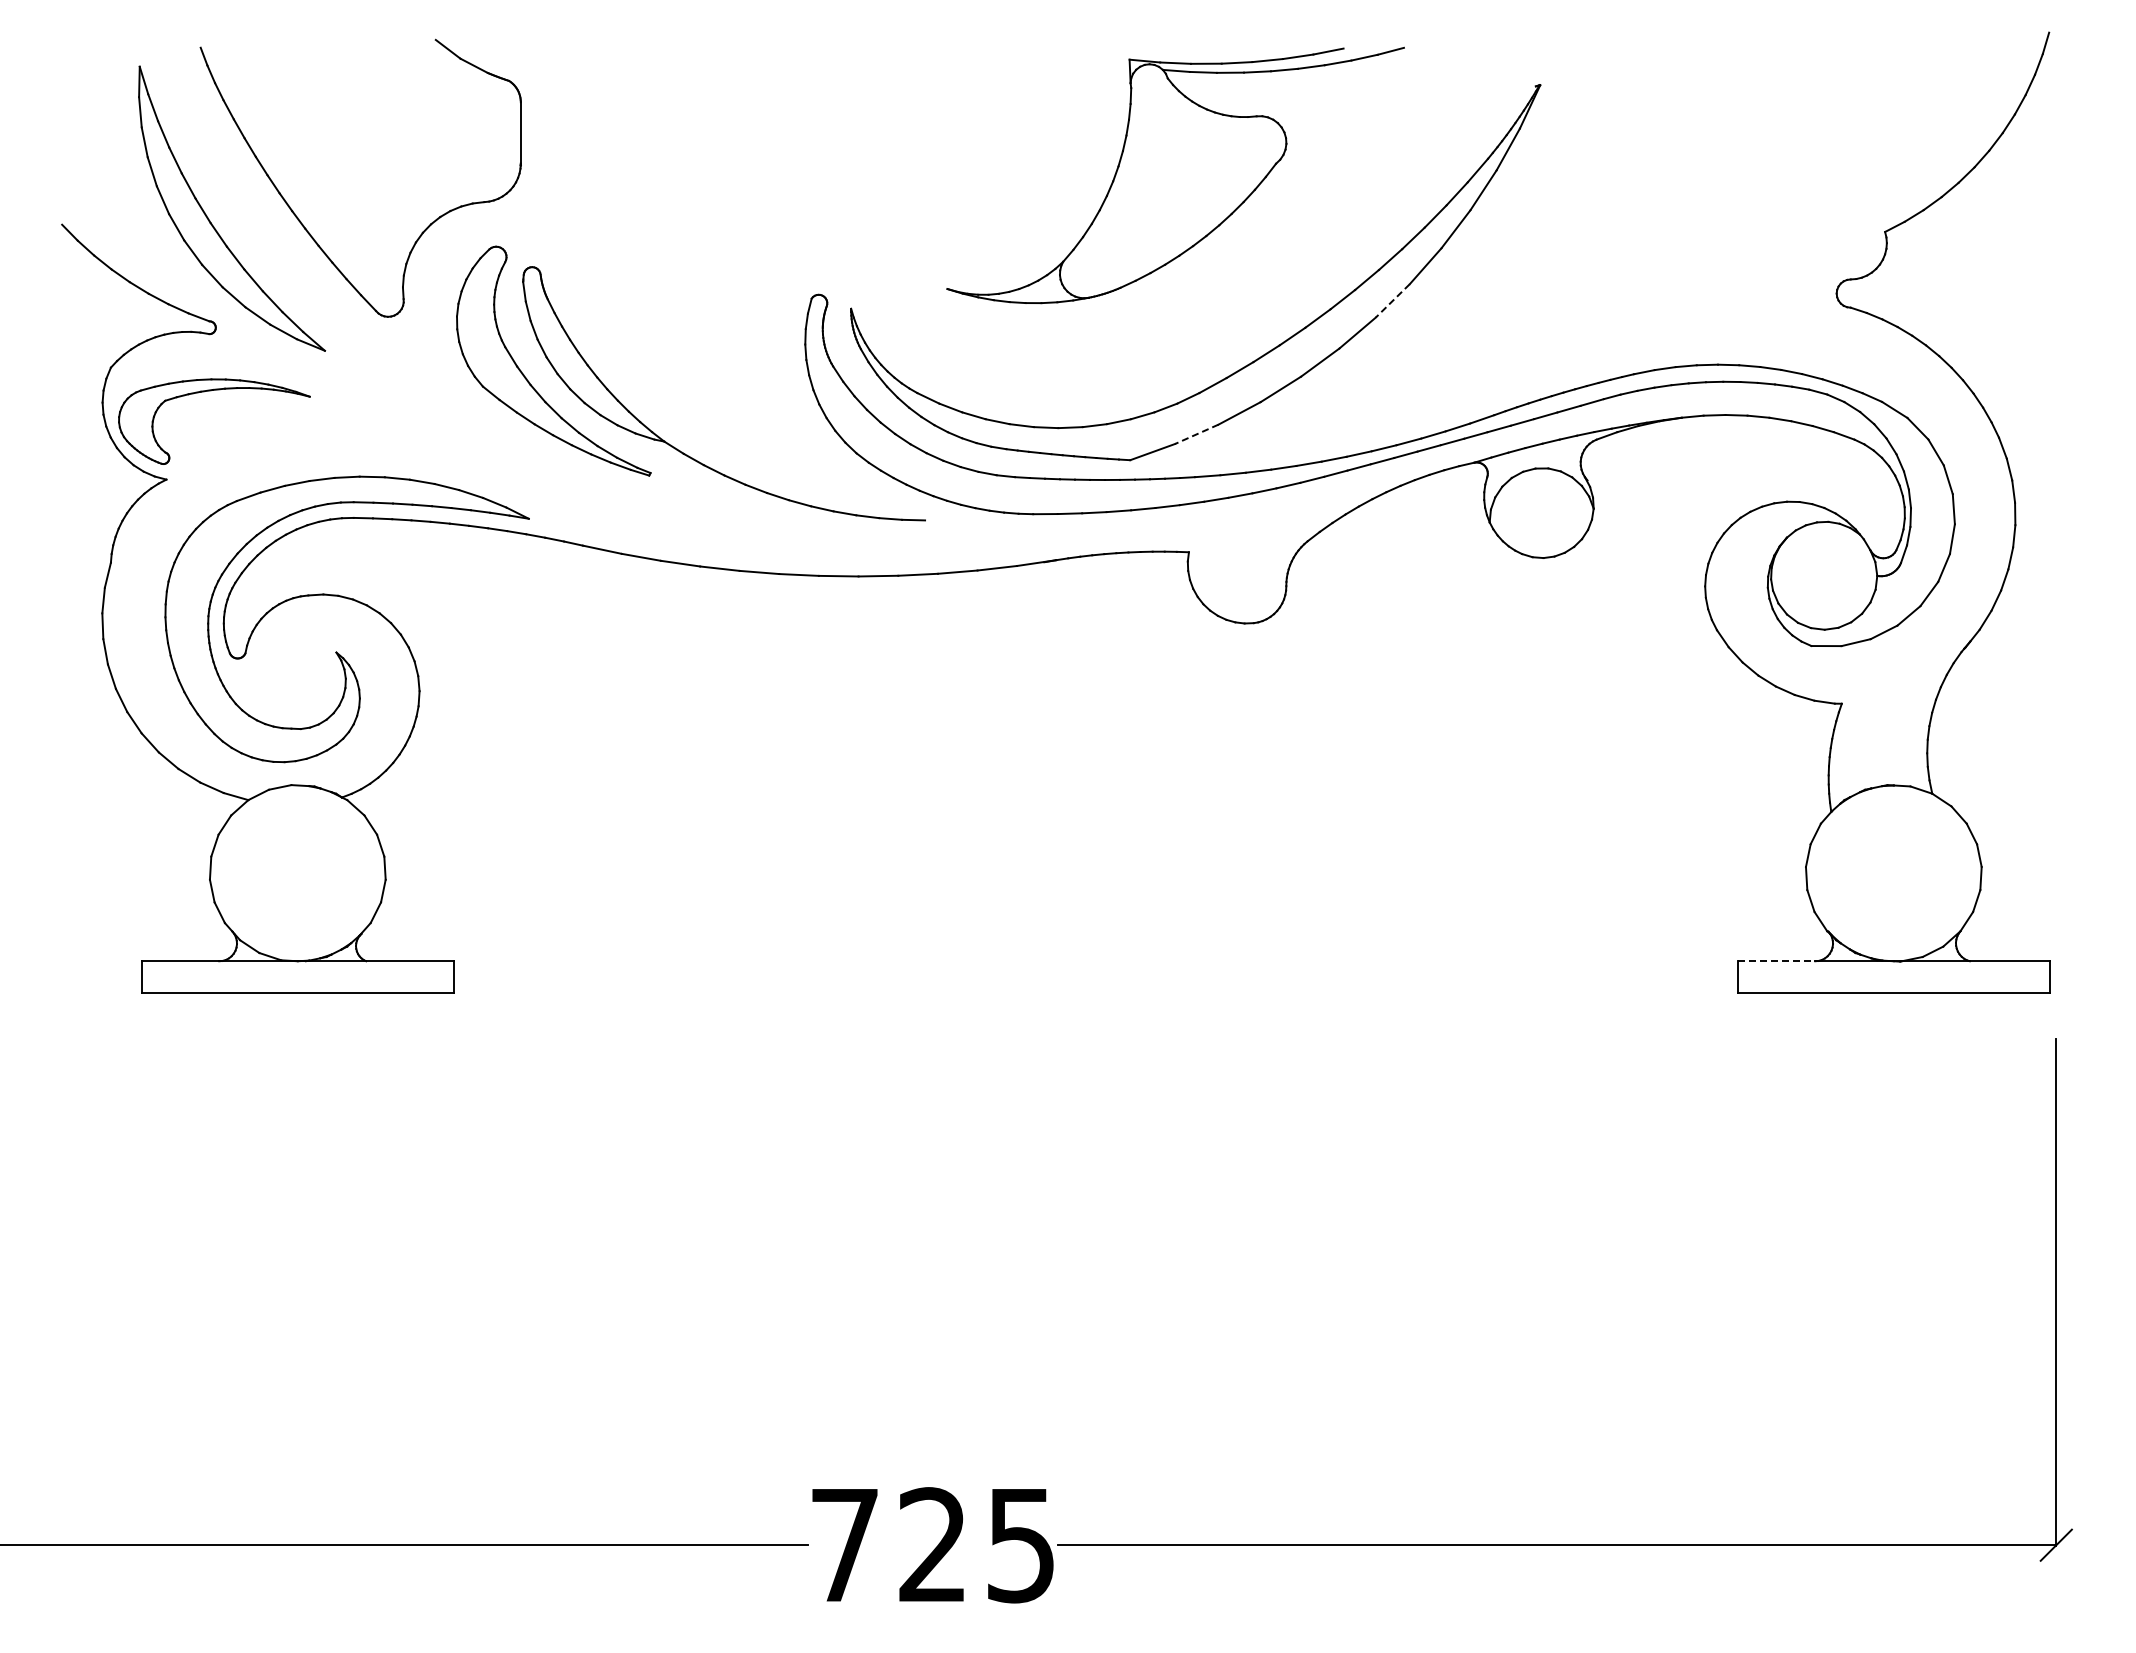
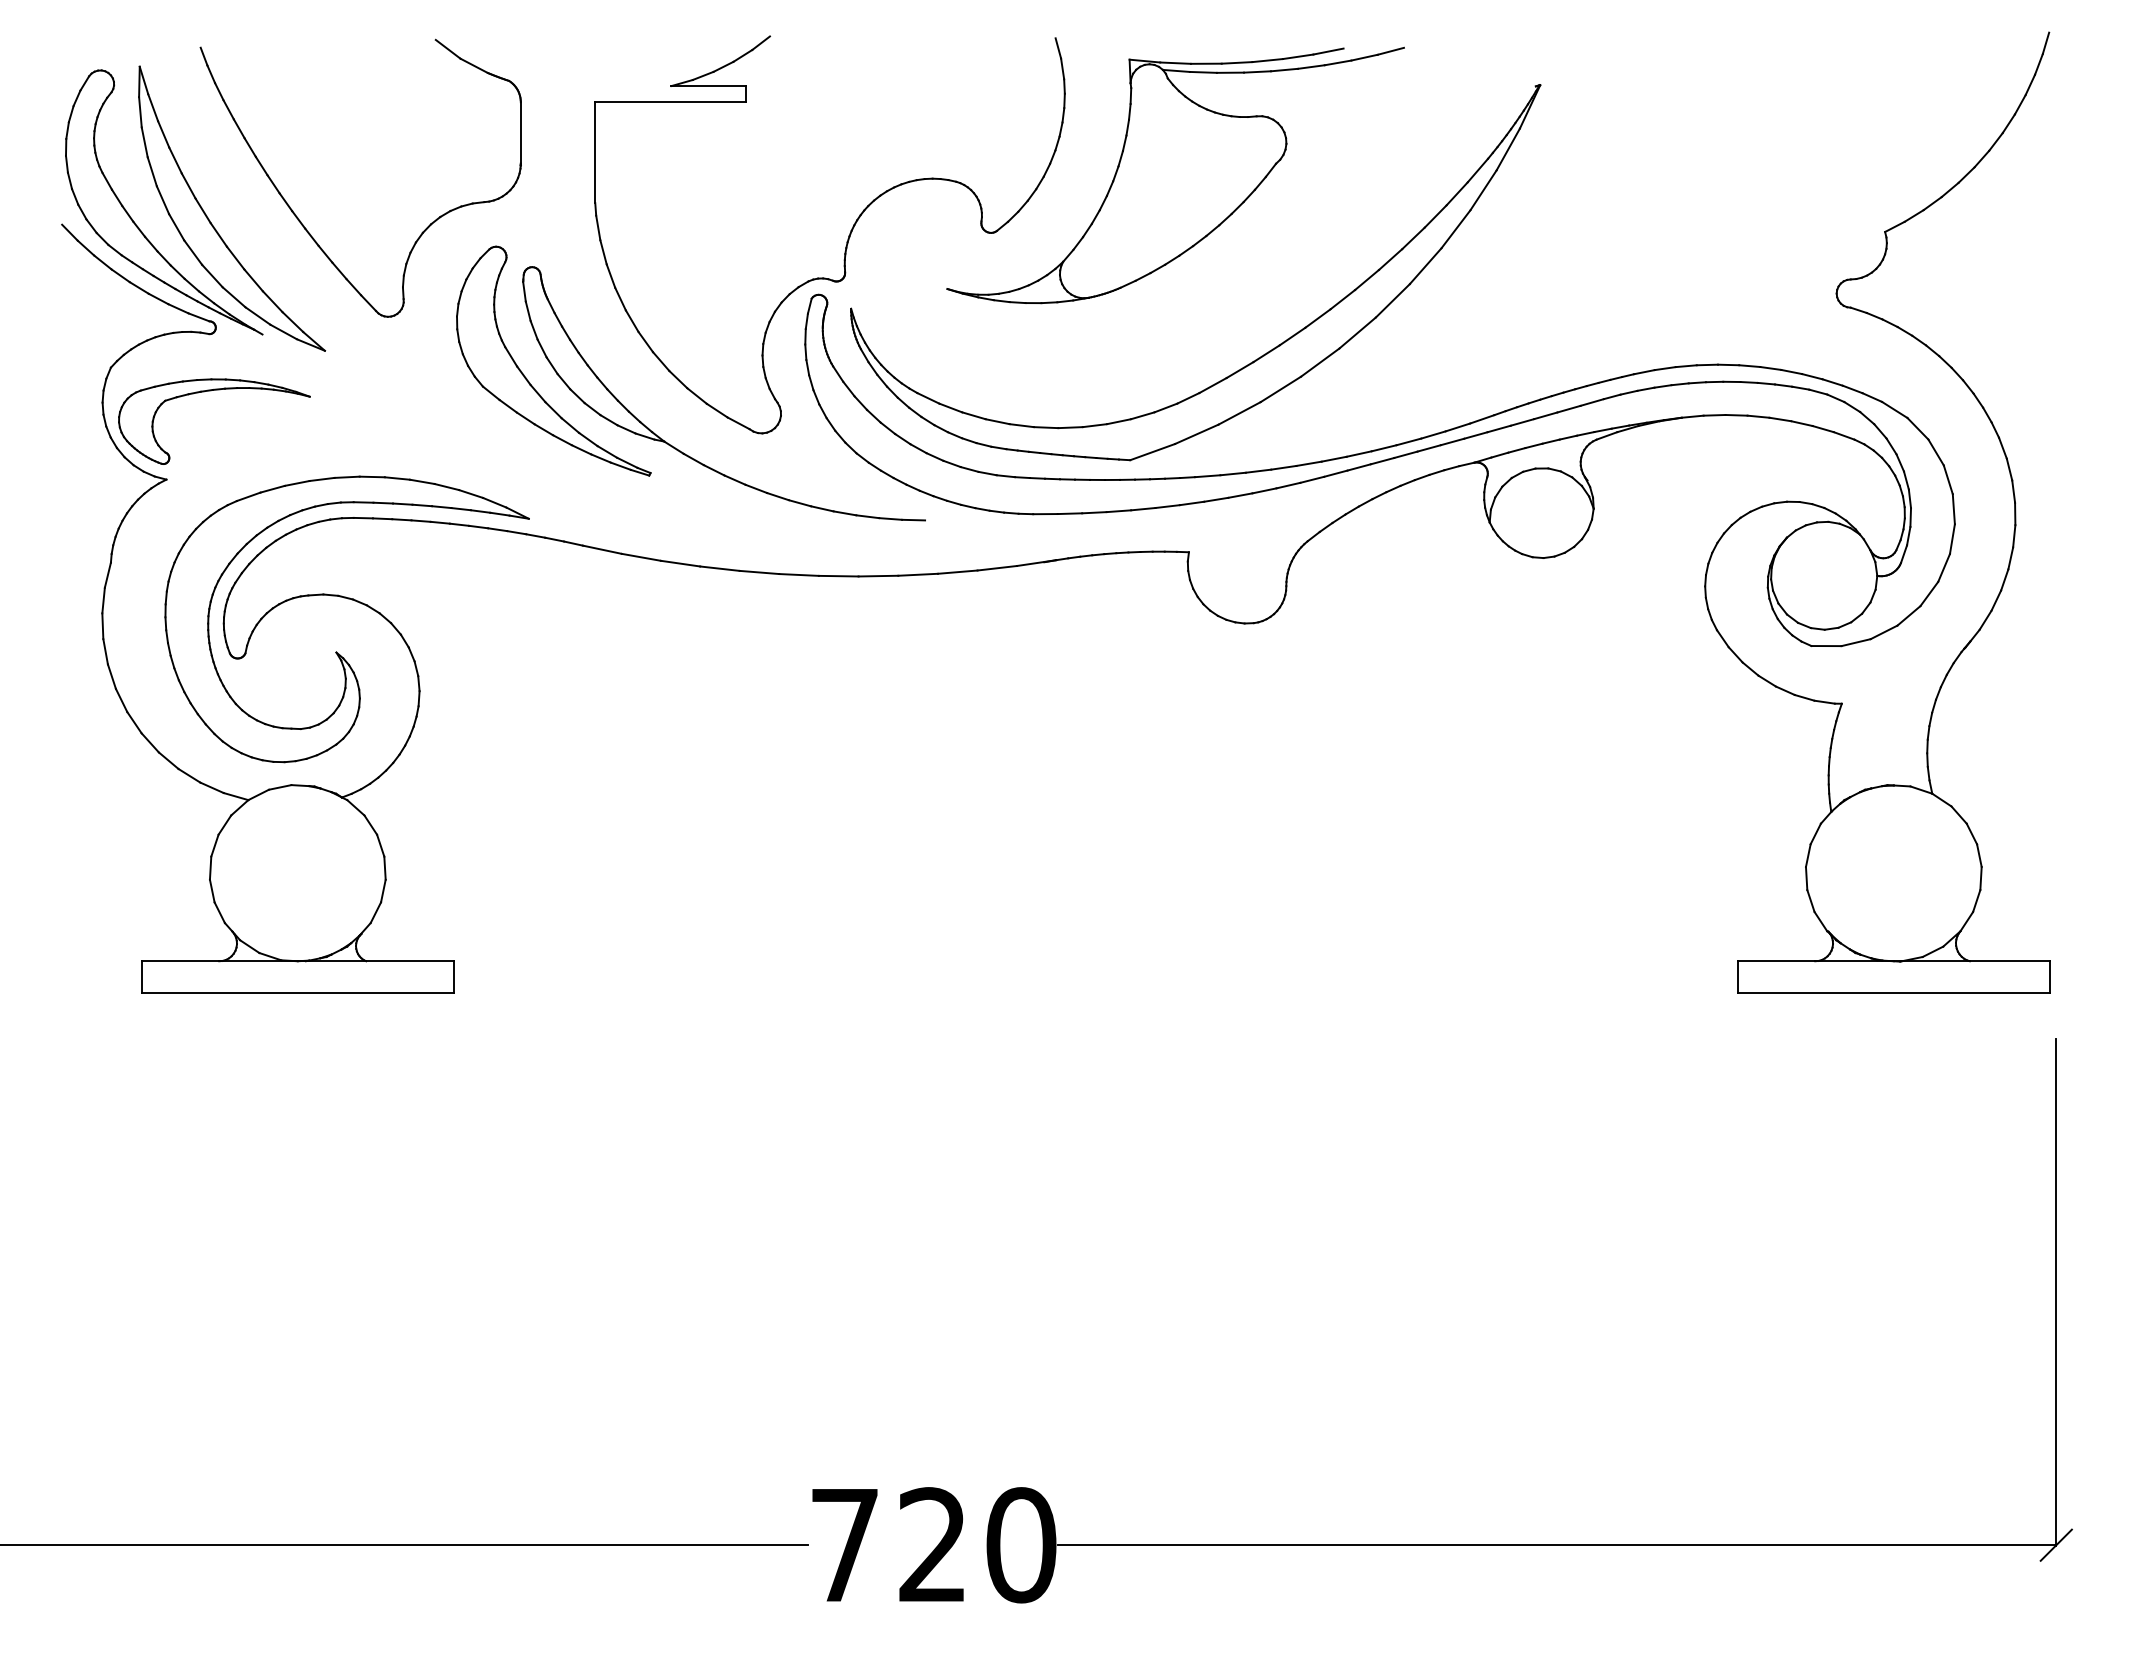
part at (135, 222): none -> present
part at (846, 241): none -> present
line at (1392, 300): dashed -> solid
line at (1196, 434): dashed -> solid
line at (1776, 961): dashed -> solid
text at (1021, 1545): 725 -> 720
